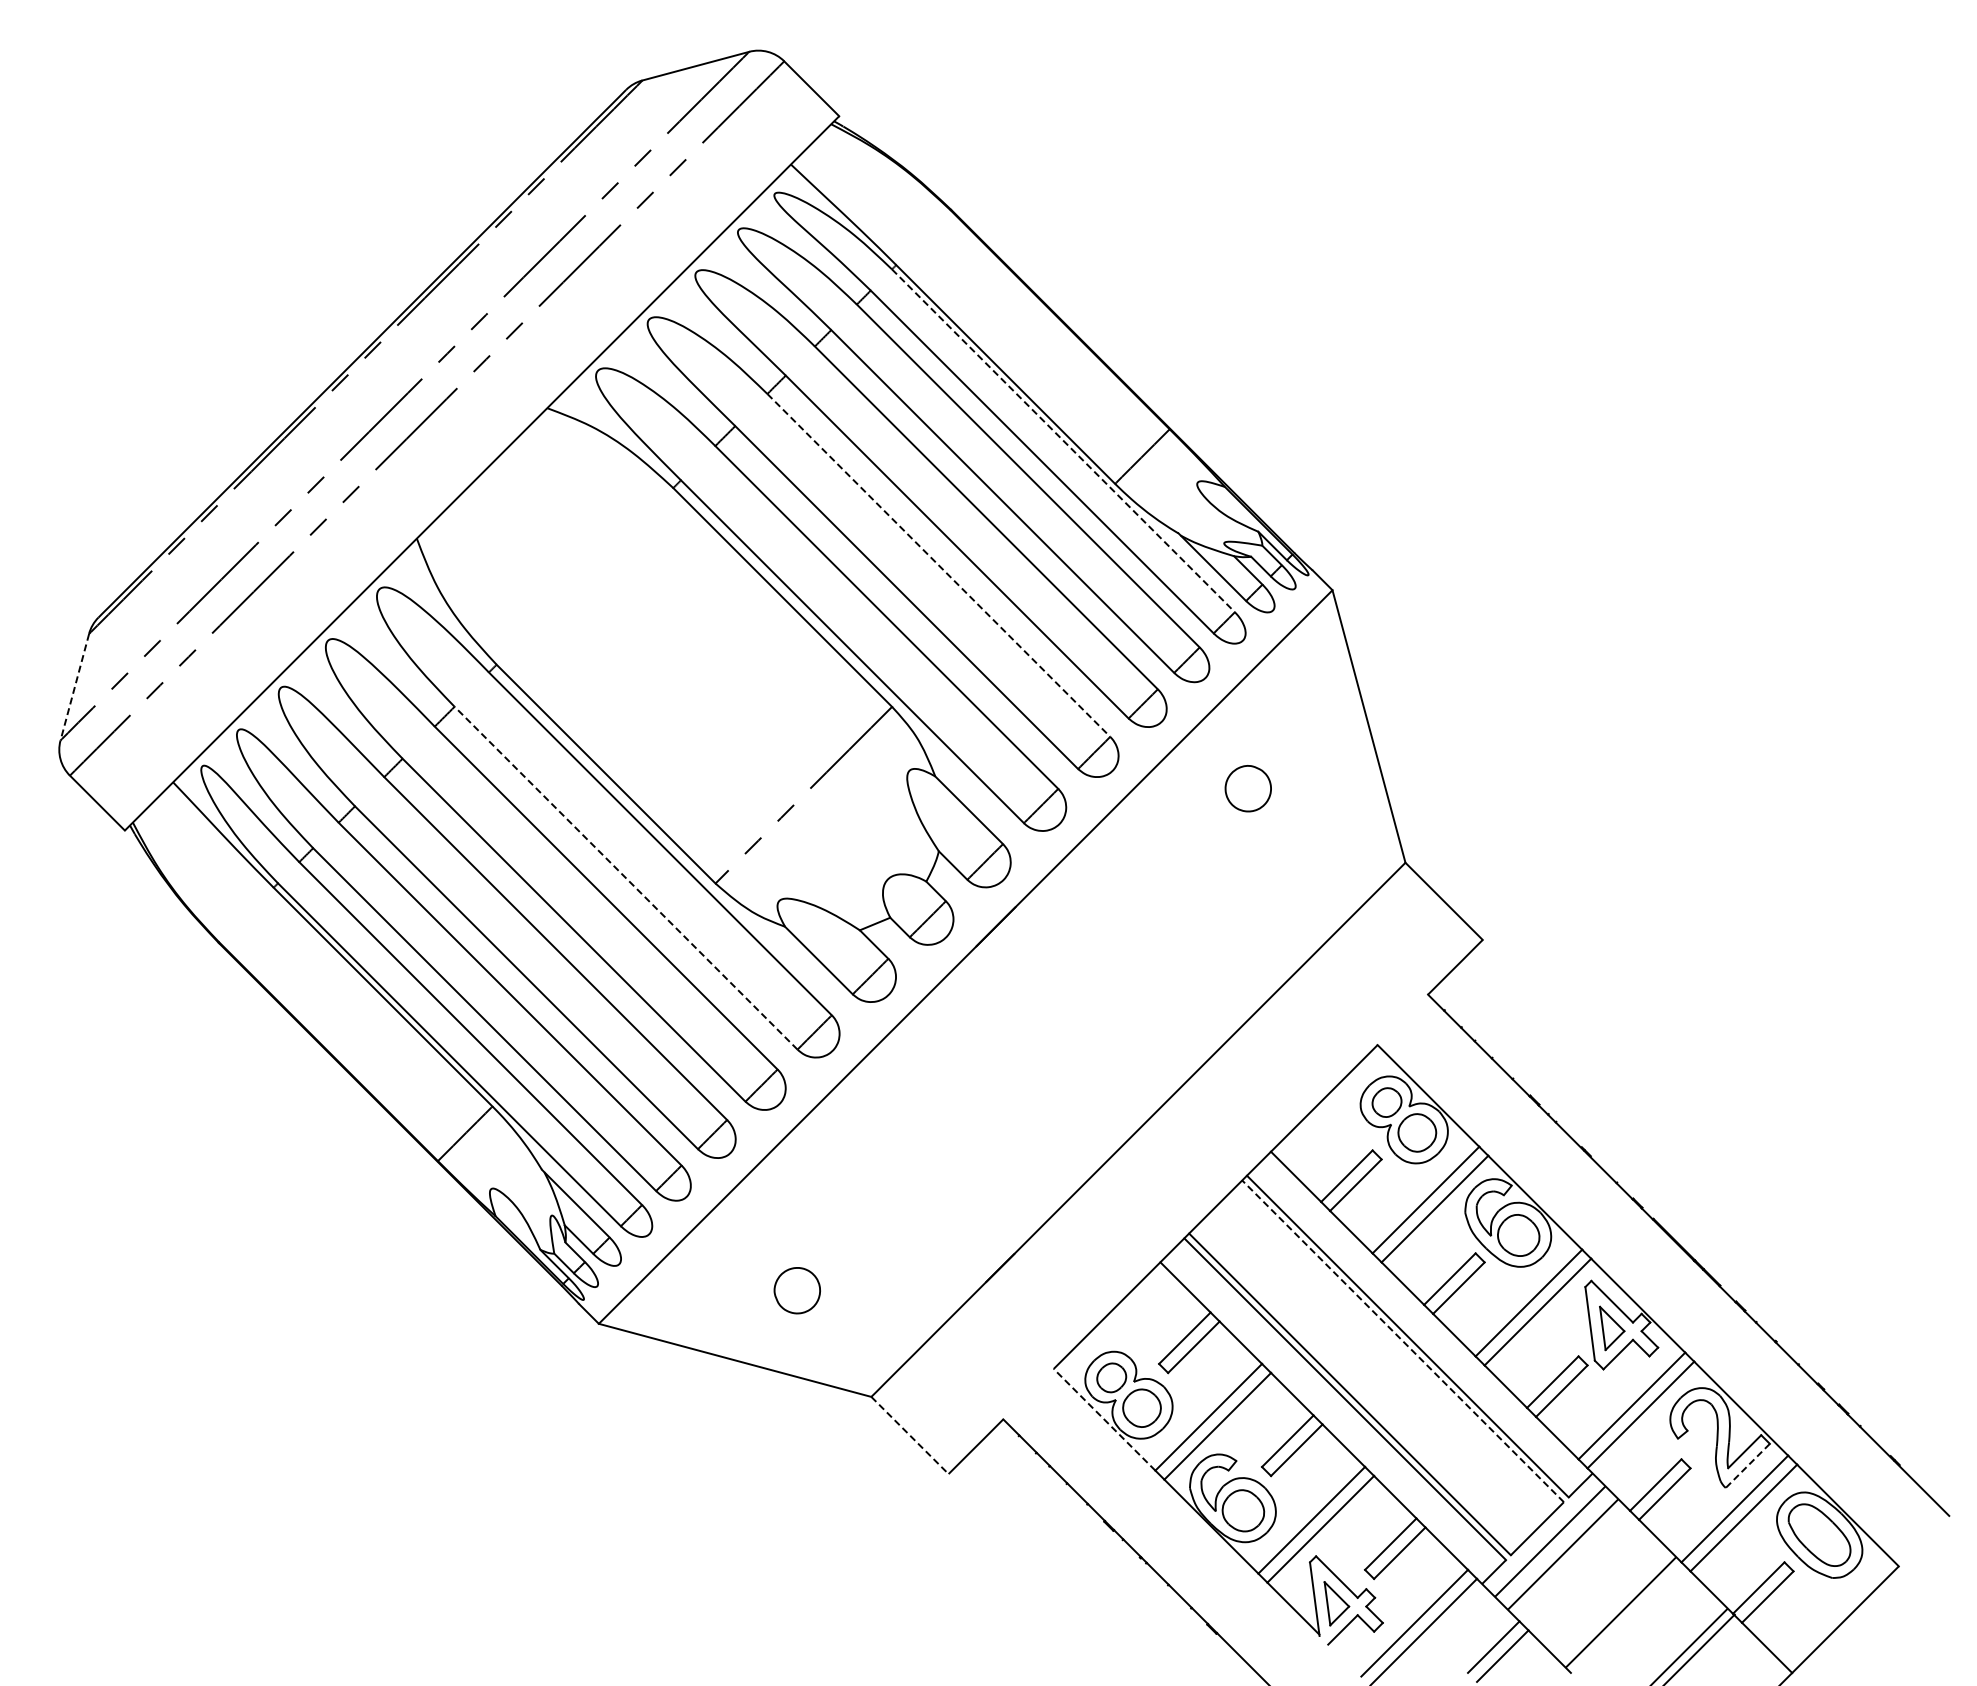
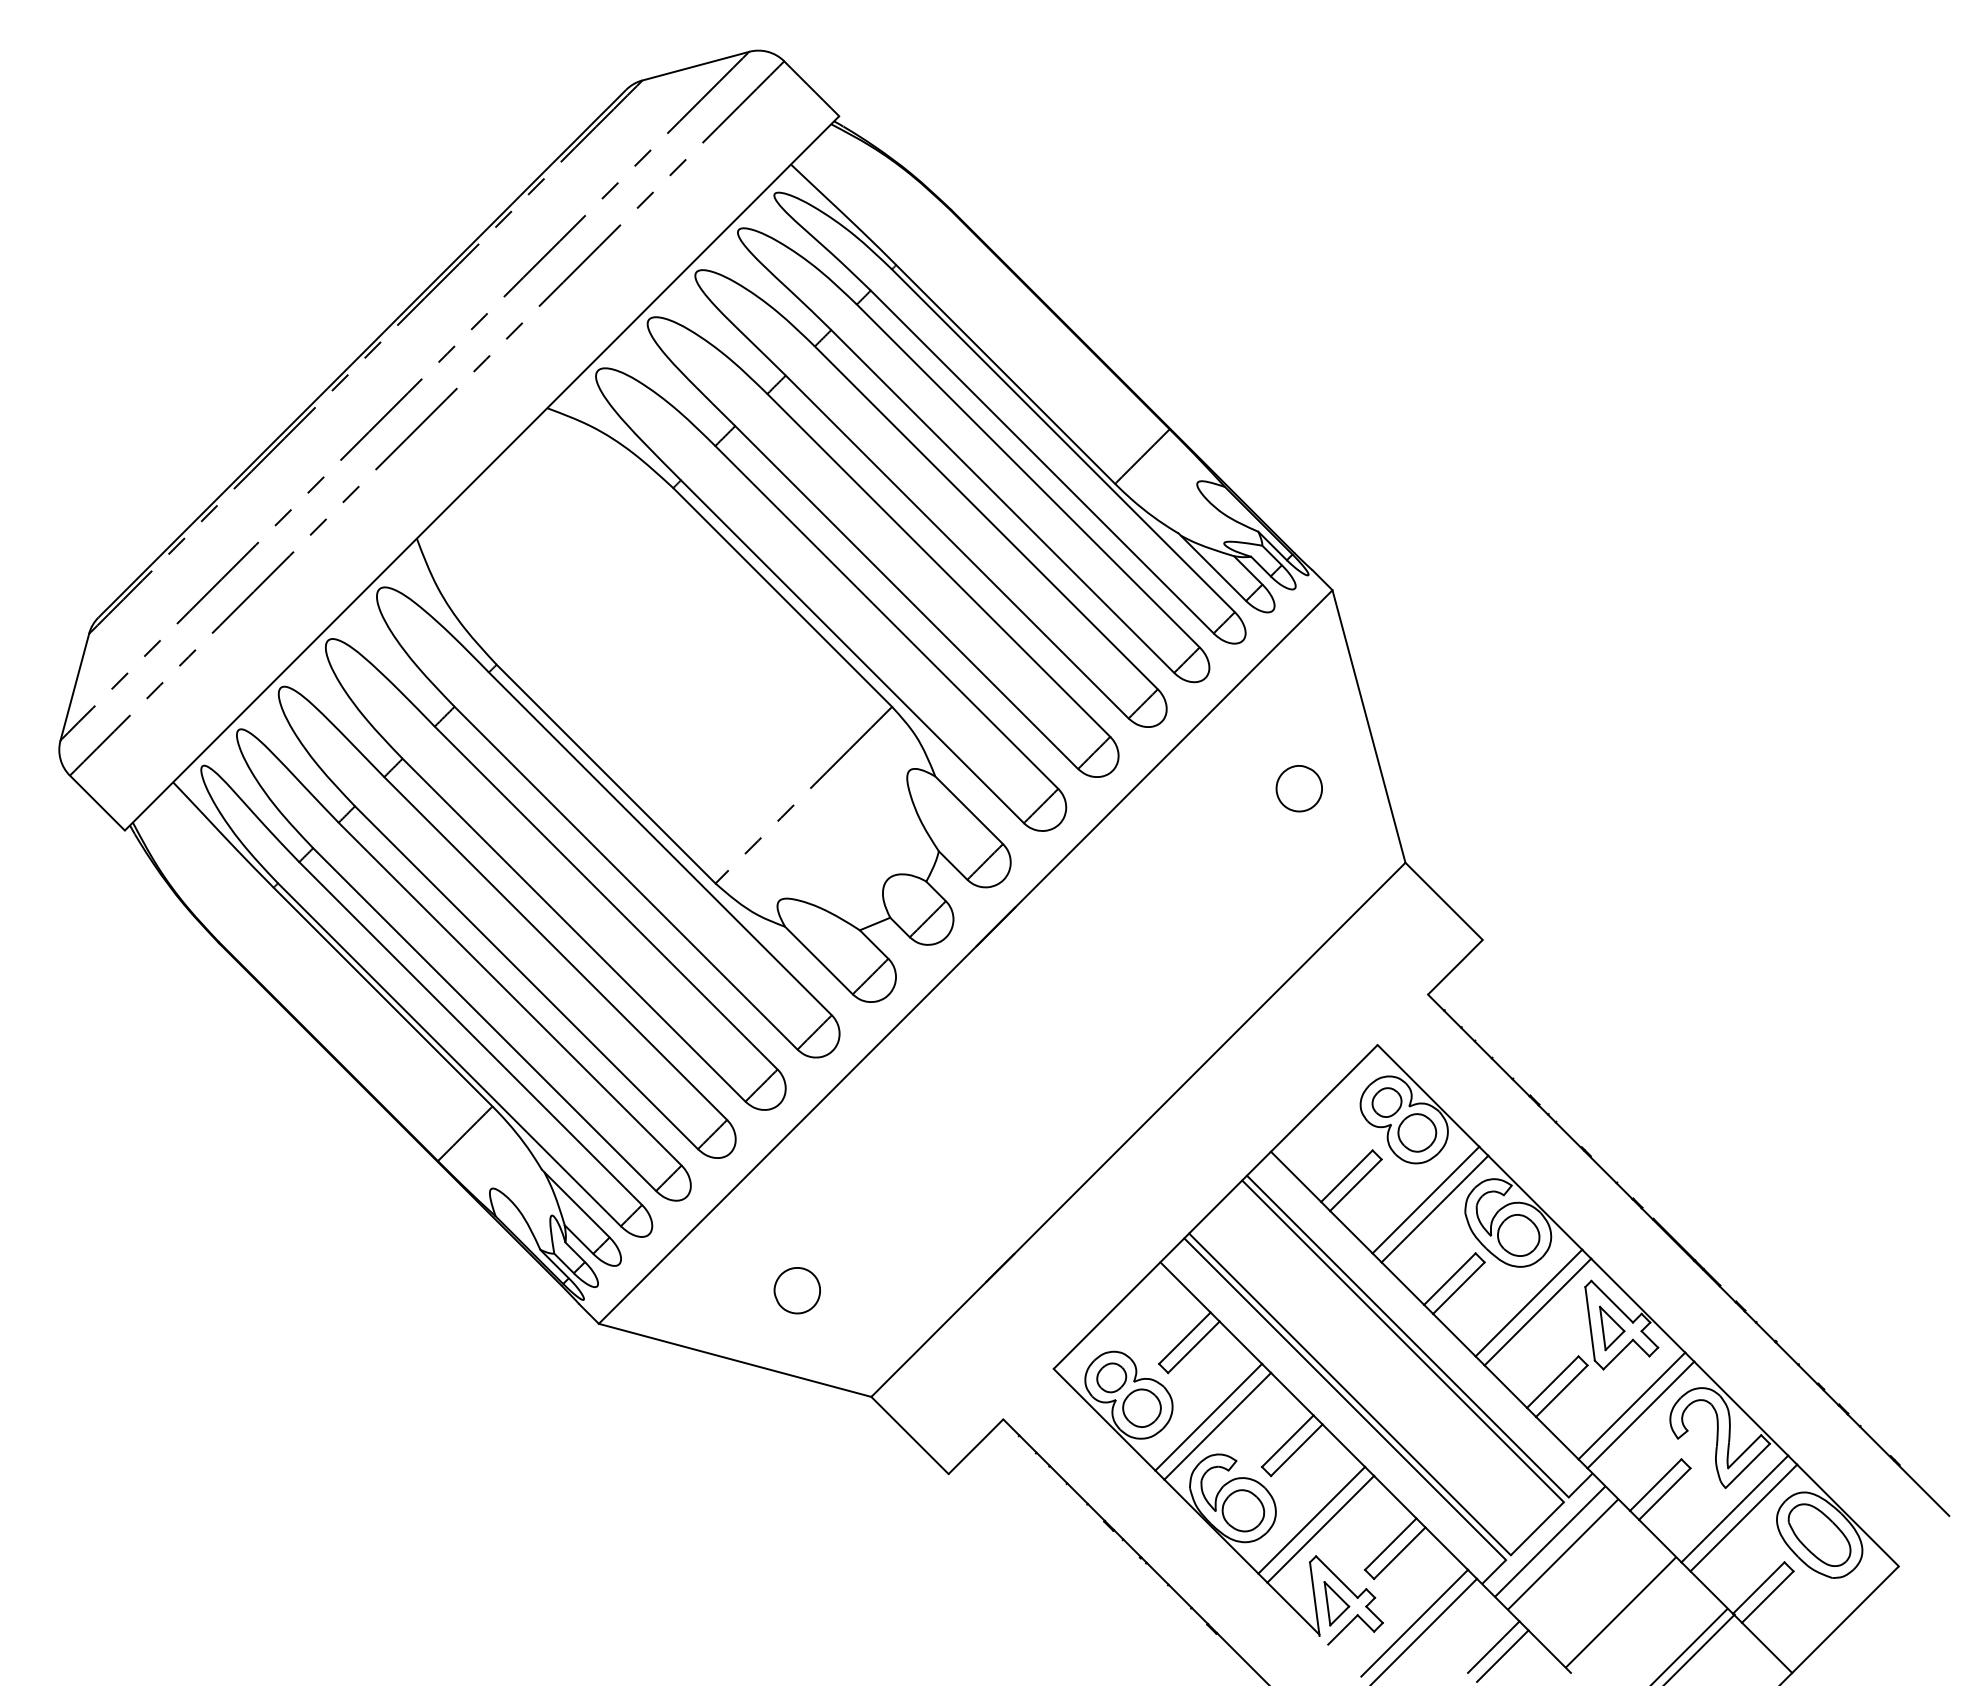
line at (1063, 441): dashed -> solid
line at (939, 565): dashed -> solid
line at (74, 687): dashed -> solid
part at (1247, 788) position: (1247, 788) -> (1298, 788)
line at (625, 877): dashed -> solid
line at (1402, 1340): dashed -> solid
line at (1104, 1419): dashed -> solid
line at (909, 1435): dashed -> solid
line at (1747, 1466): dashed -> solid
